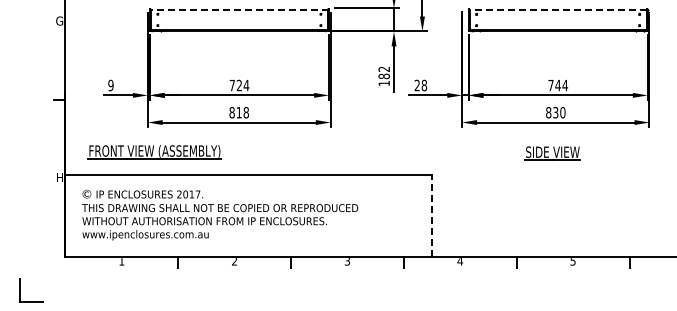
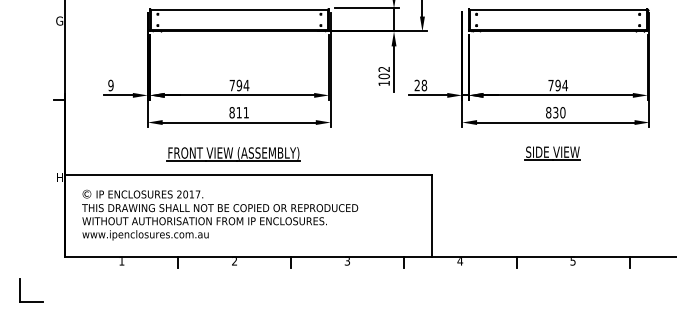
line at (238, 9): dashed -> solid
line at (557, 9): dashed -> solid
text at (383, 76): 182 -> 102
text at (239, 85): 724 -> 794
text at (557, 85): 744 -> 794
text at (245, 112): 818 -> 811
part at (154, 152) position: (154, 152) -> (233, 154)
line at (432, 215): dashed -> solid
